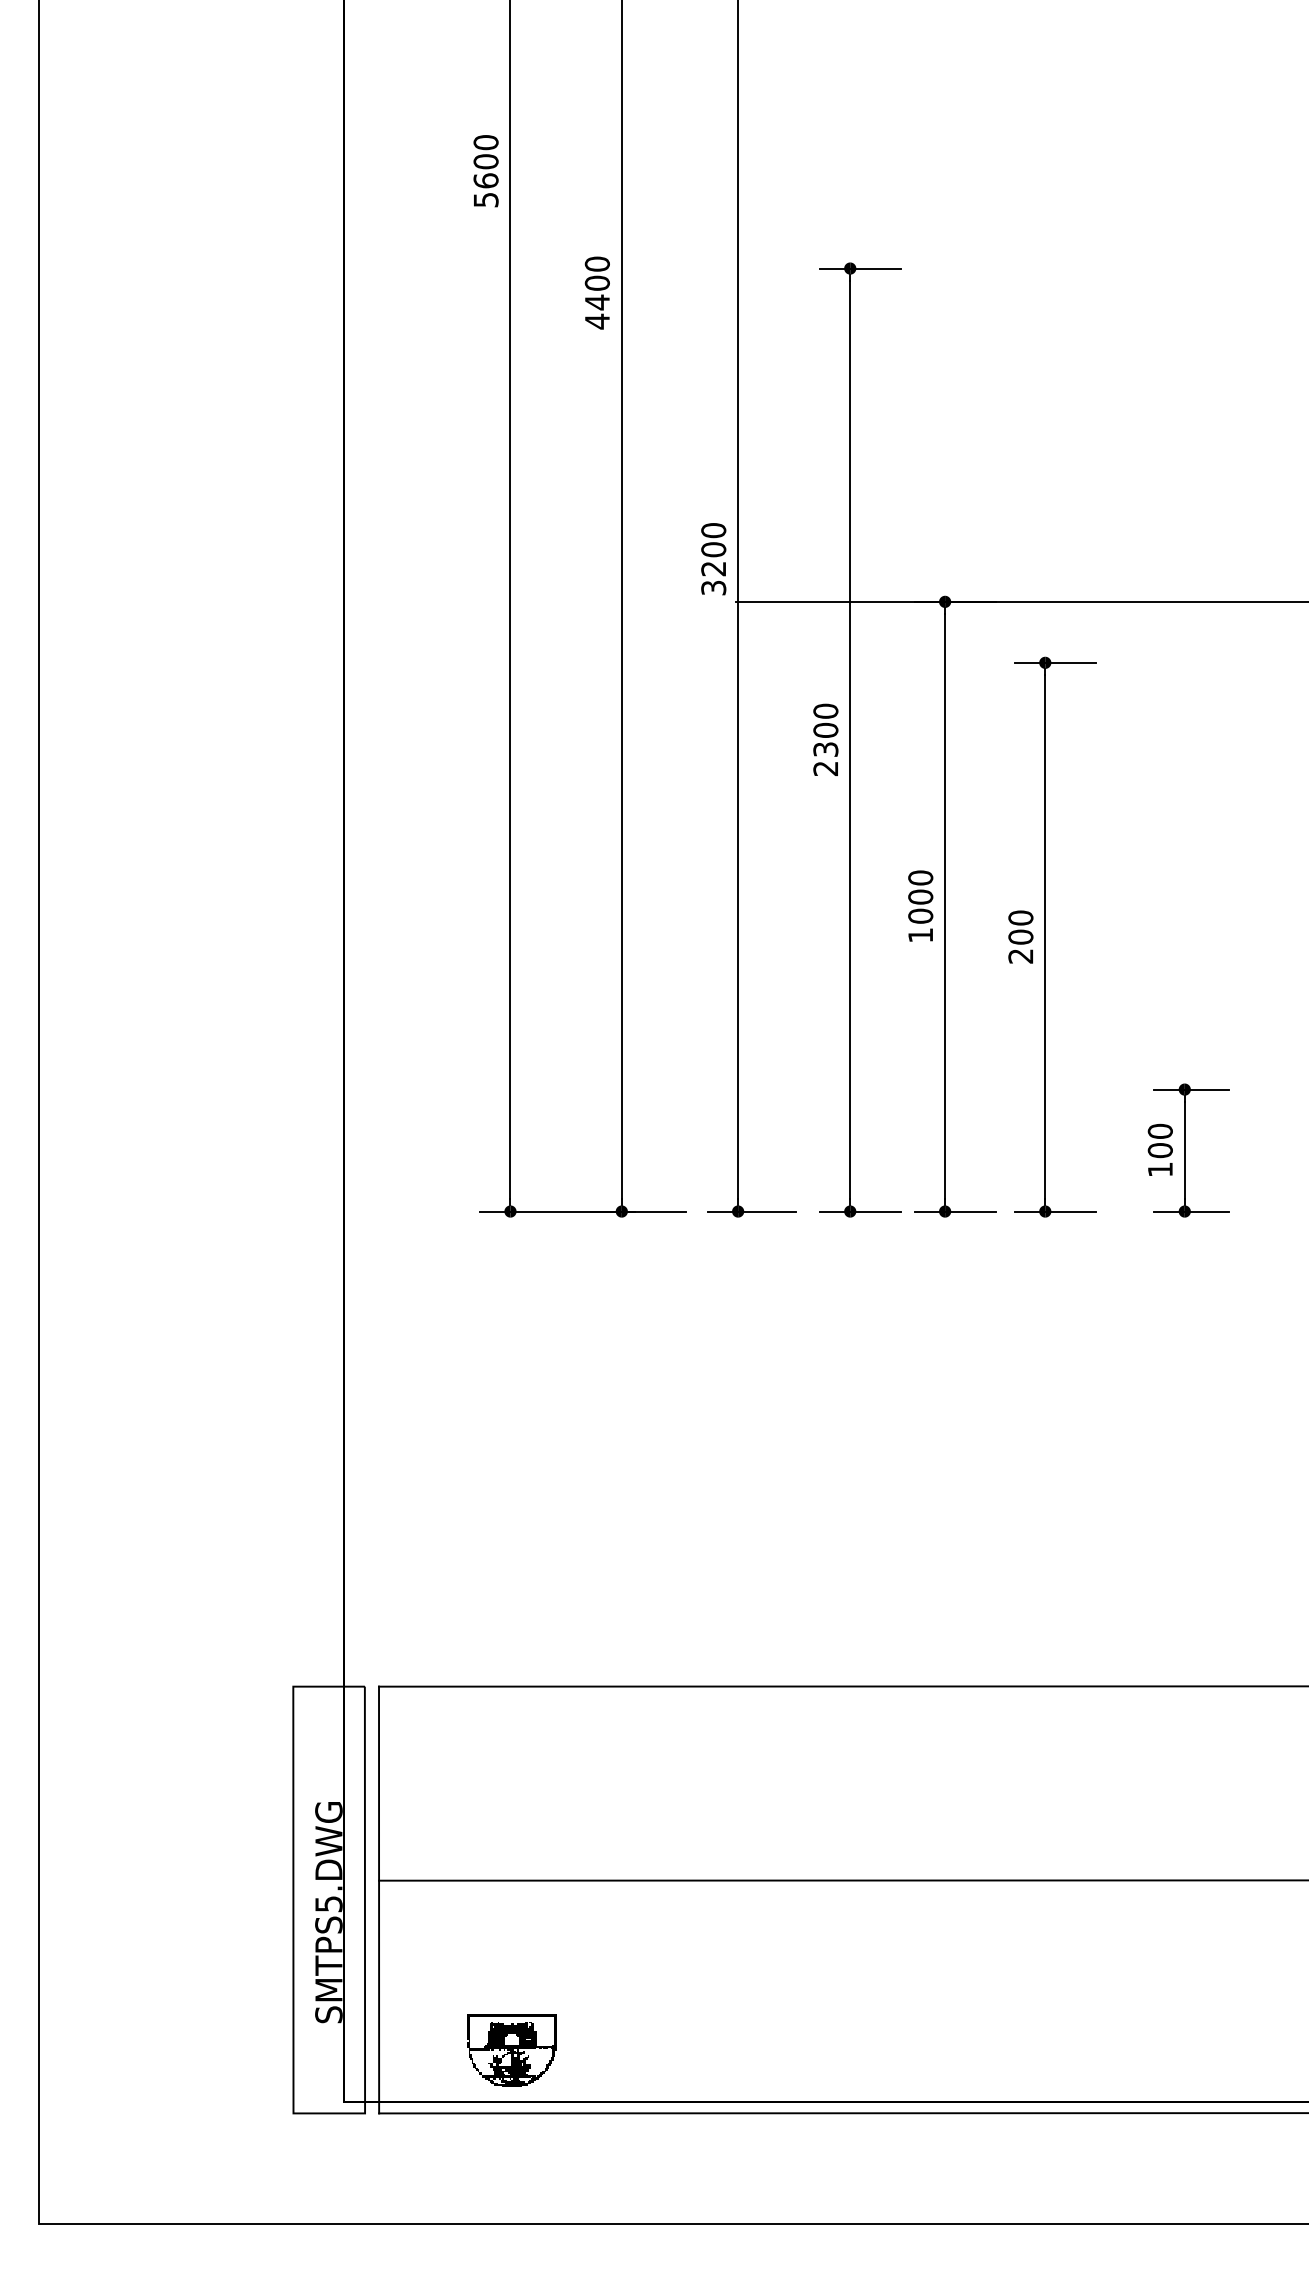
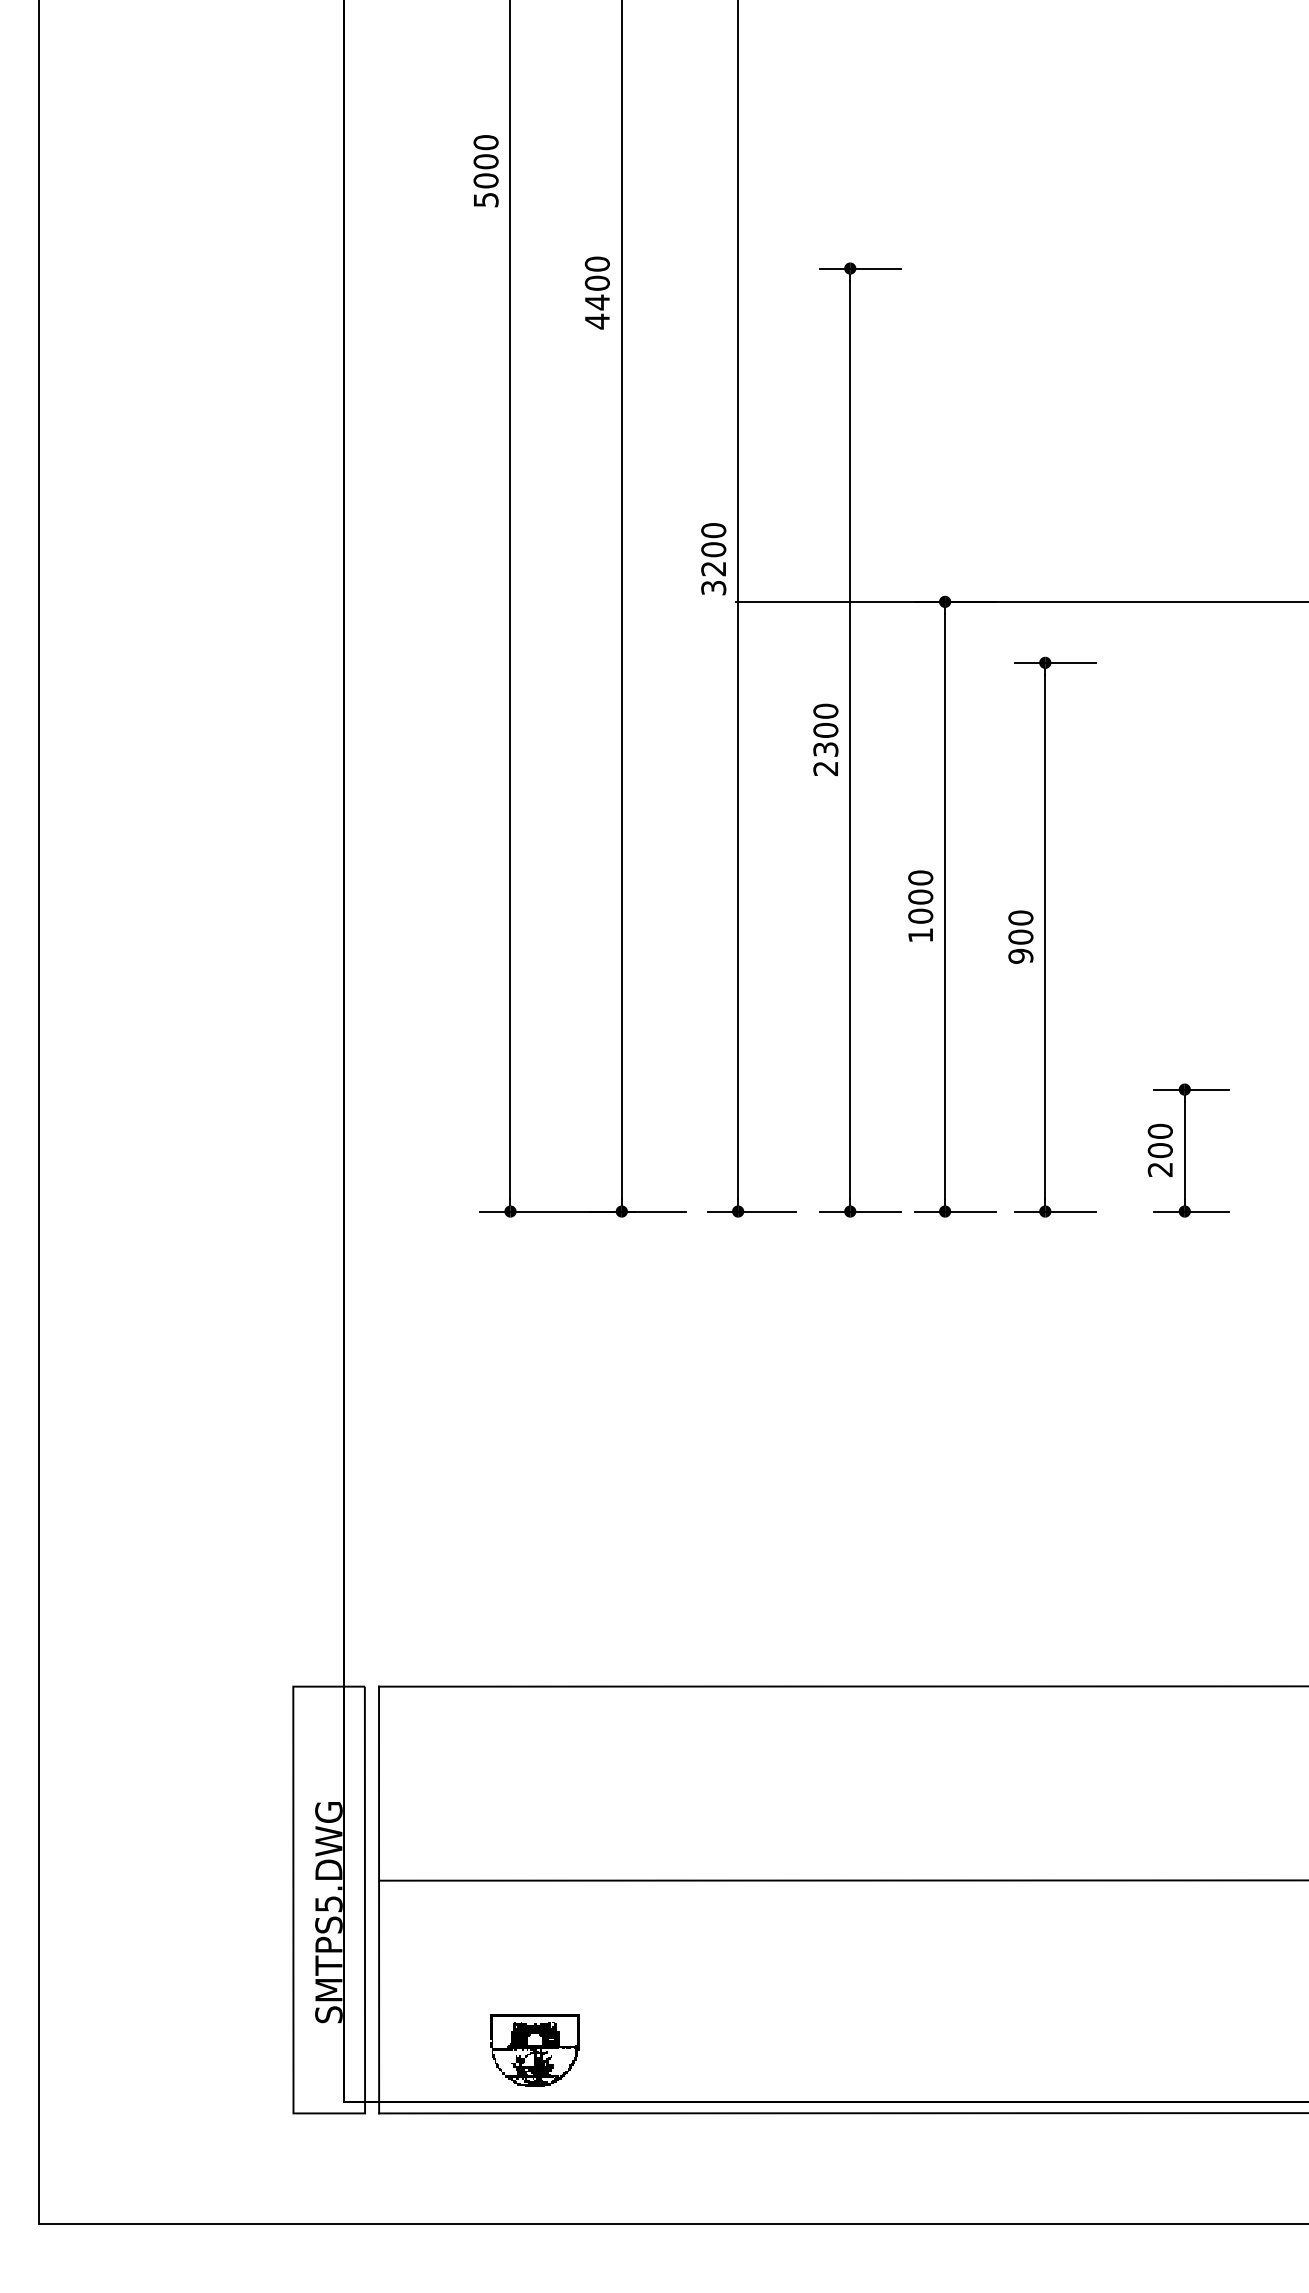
text at (485, 180): 5600 -> 5000
text at (1020, 955): 200 -> 900
text at (1159, 1169): 100 -> 200
text at (511, 2050) position: (511, 2050) -> (534, 2050)
